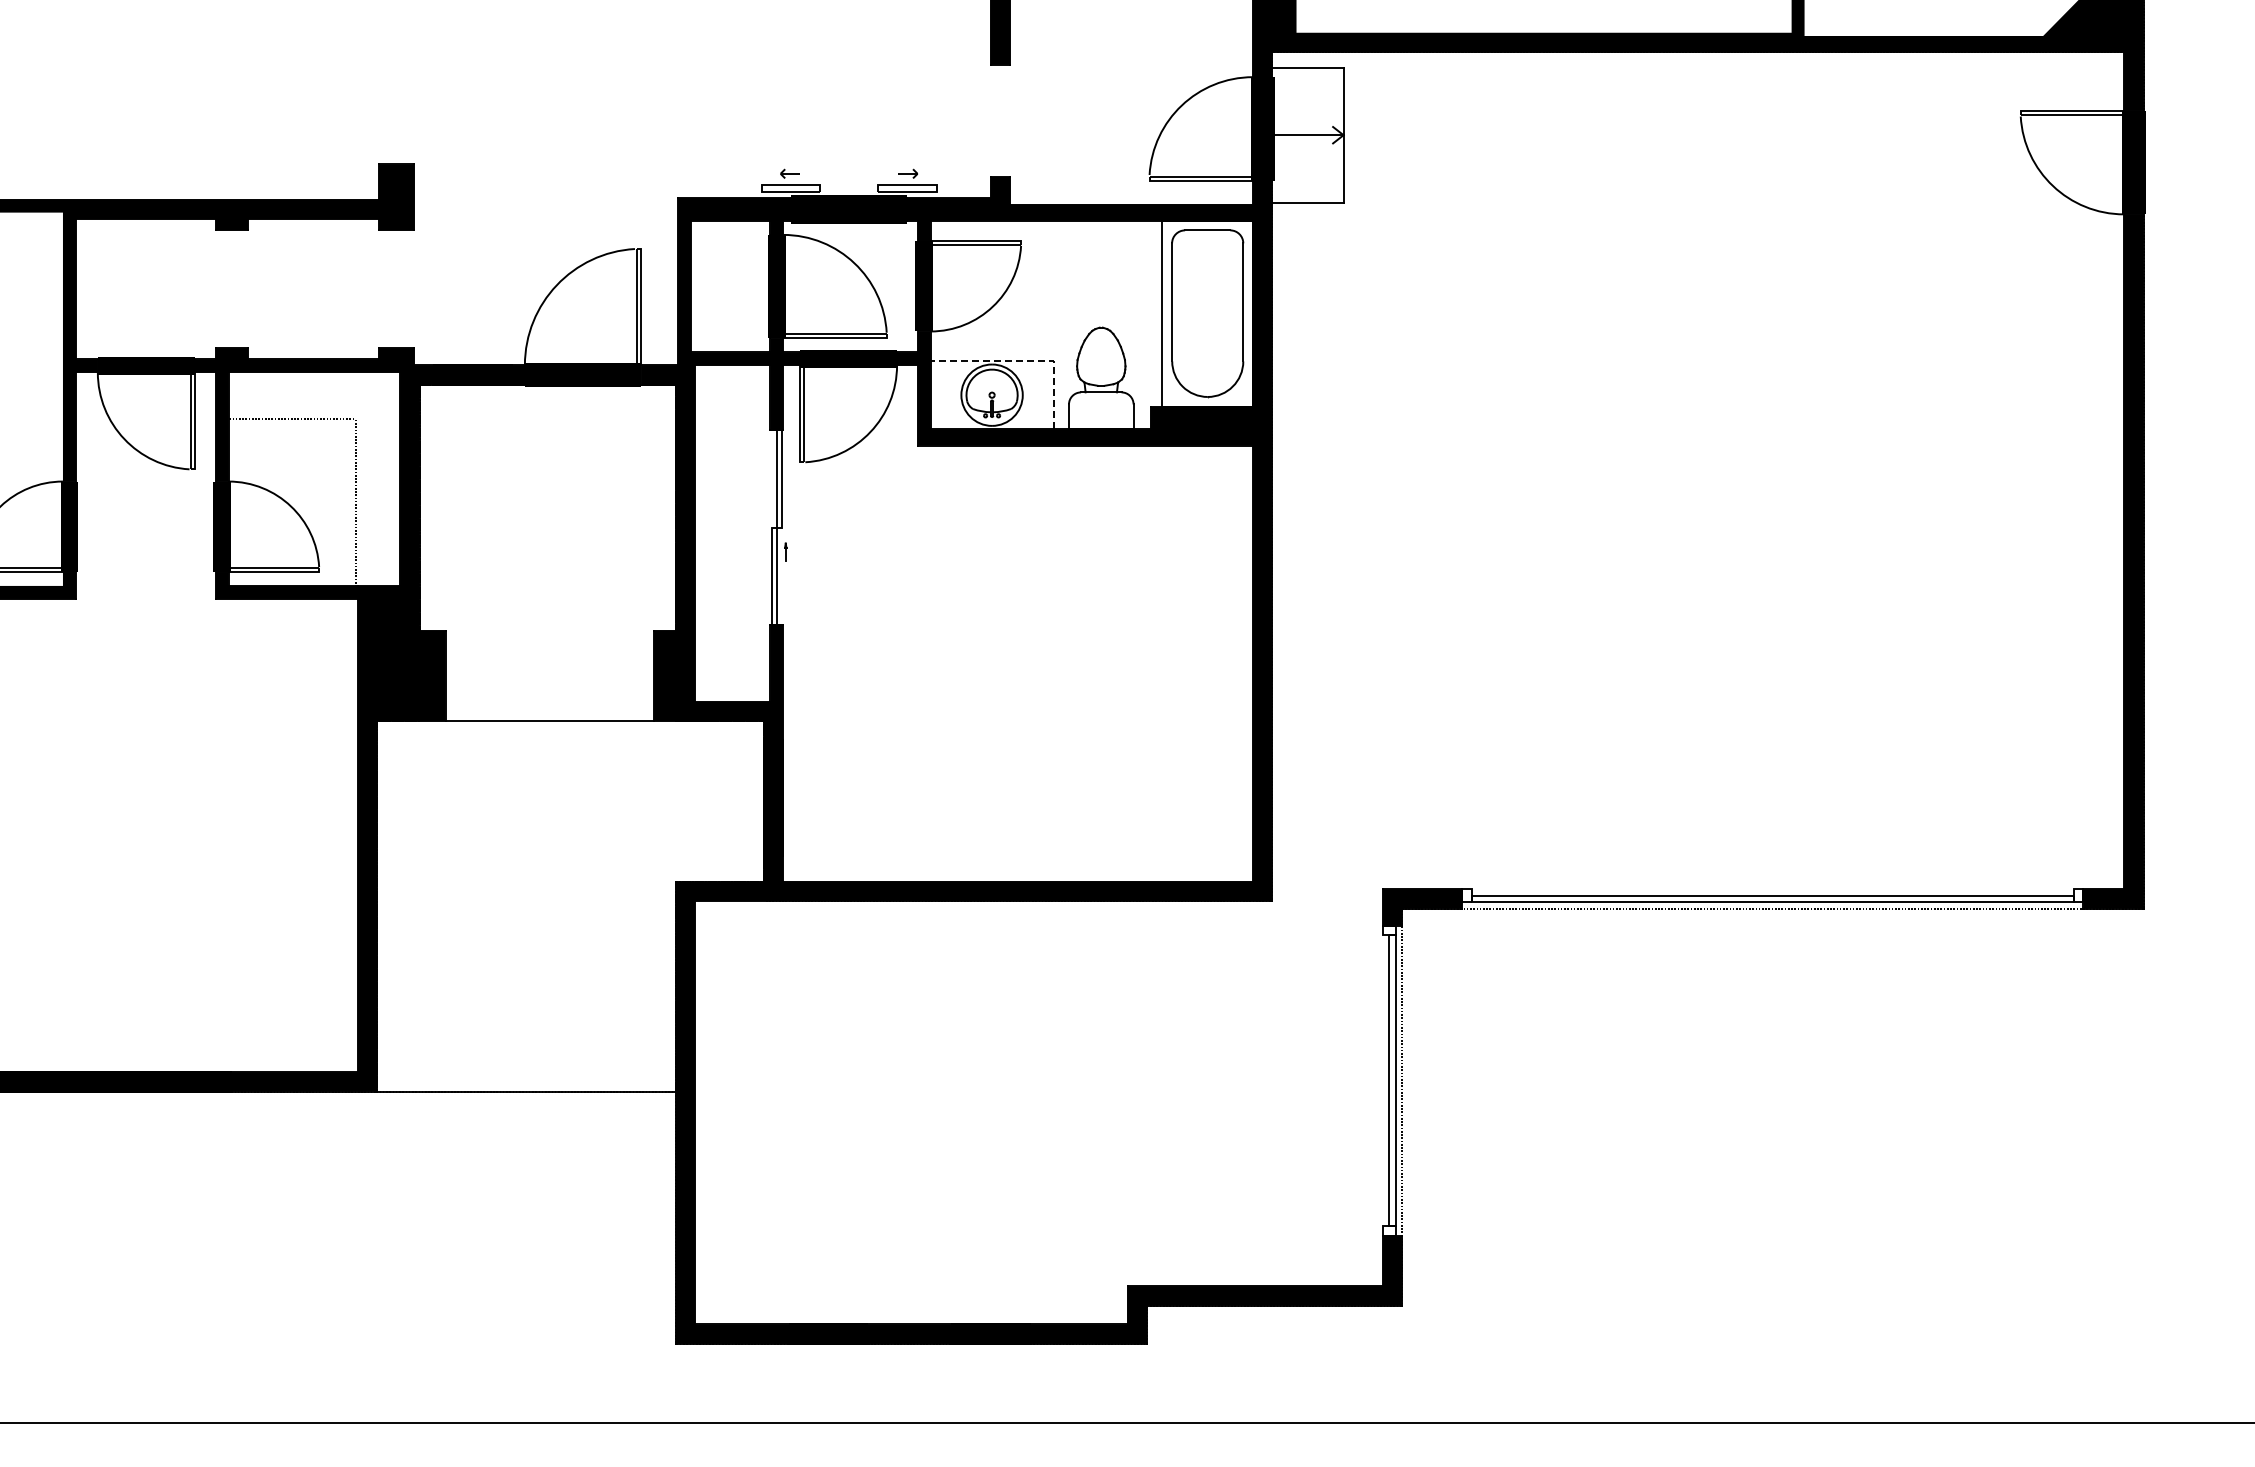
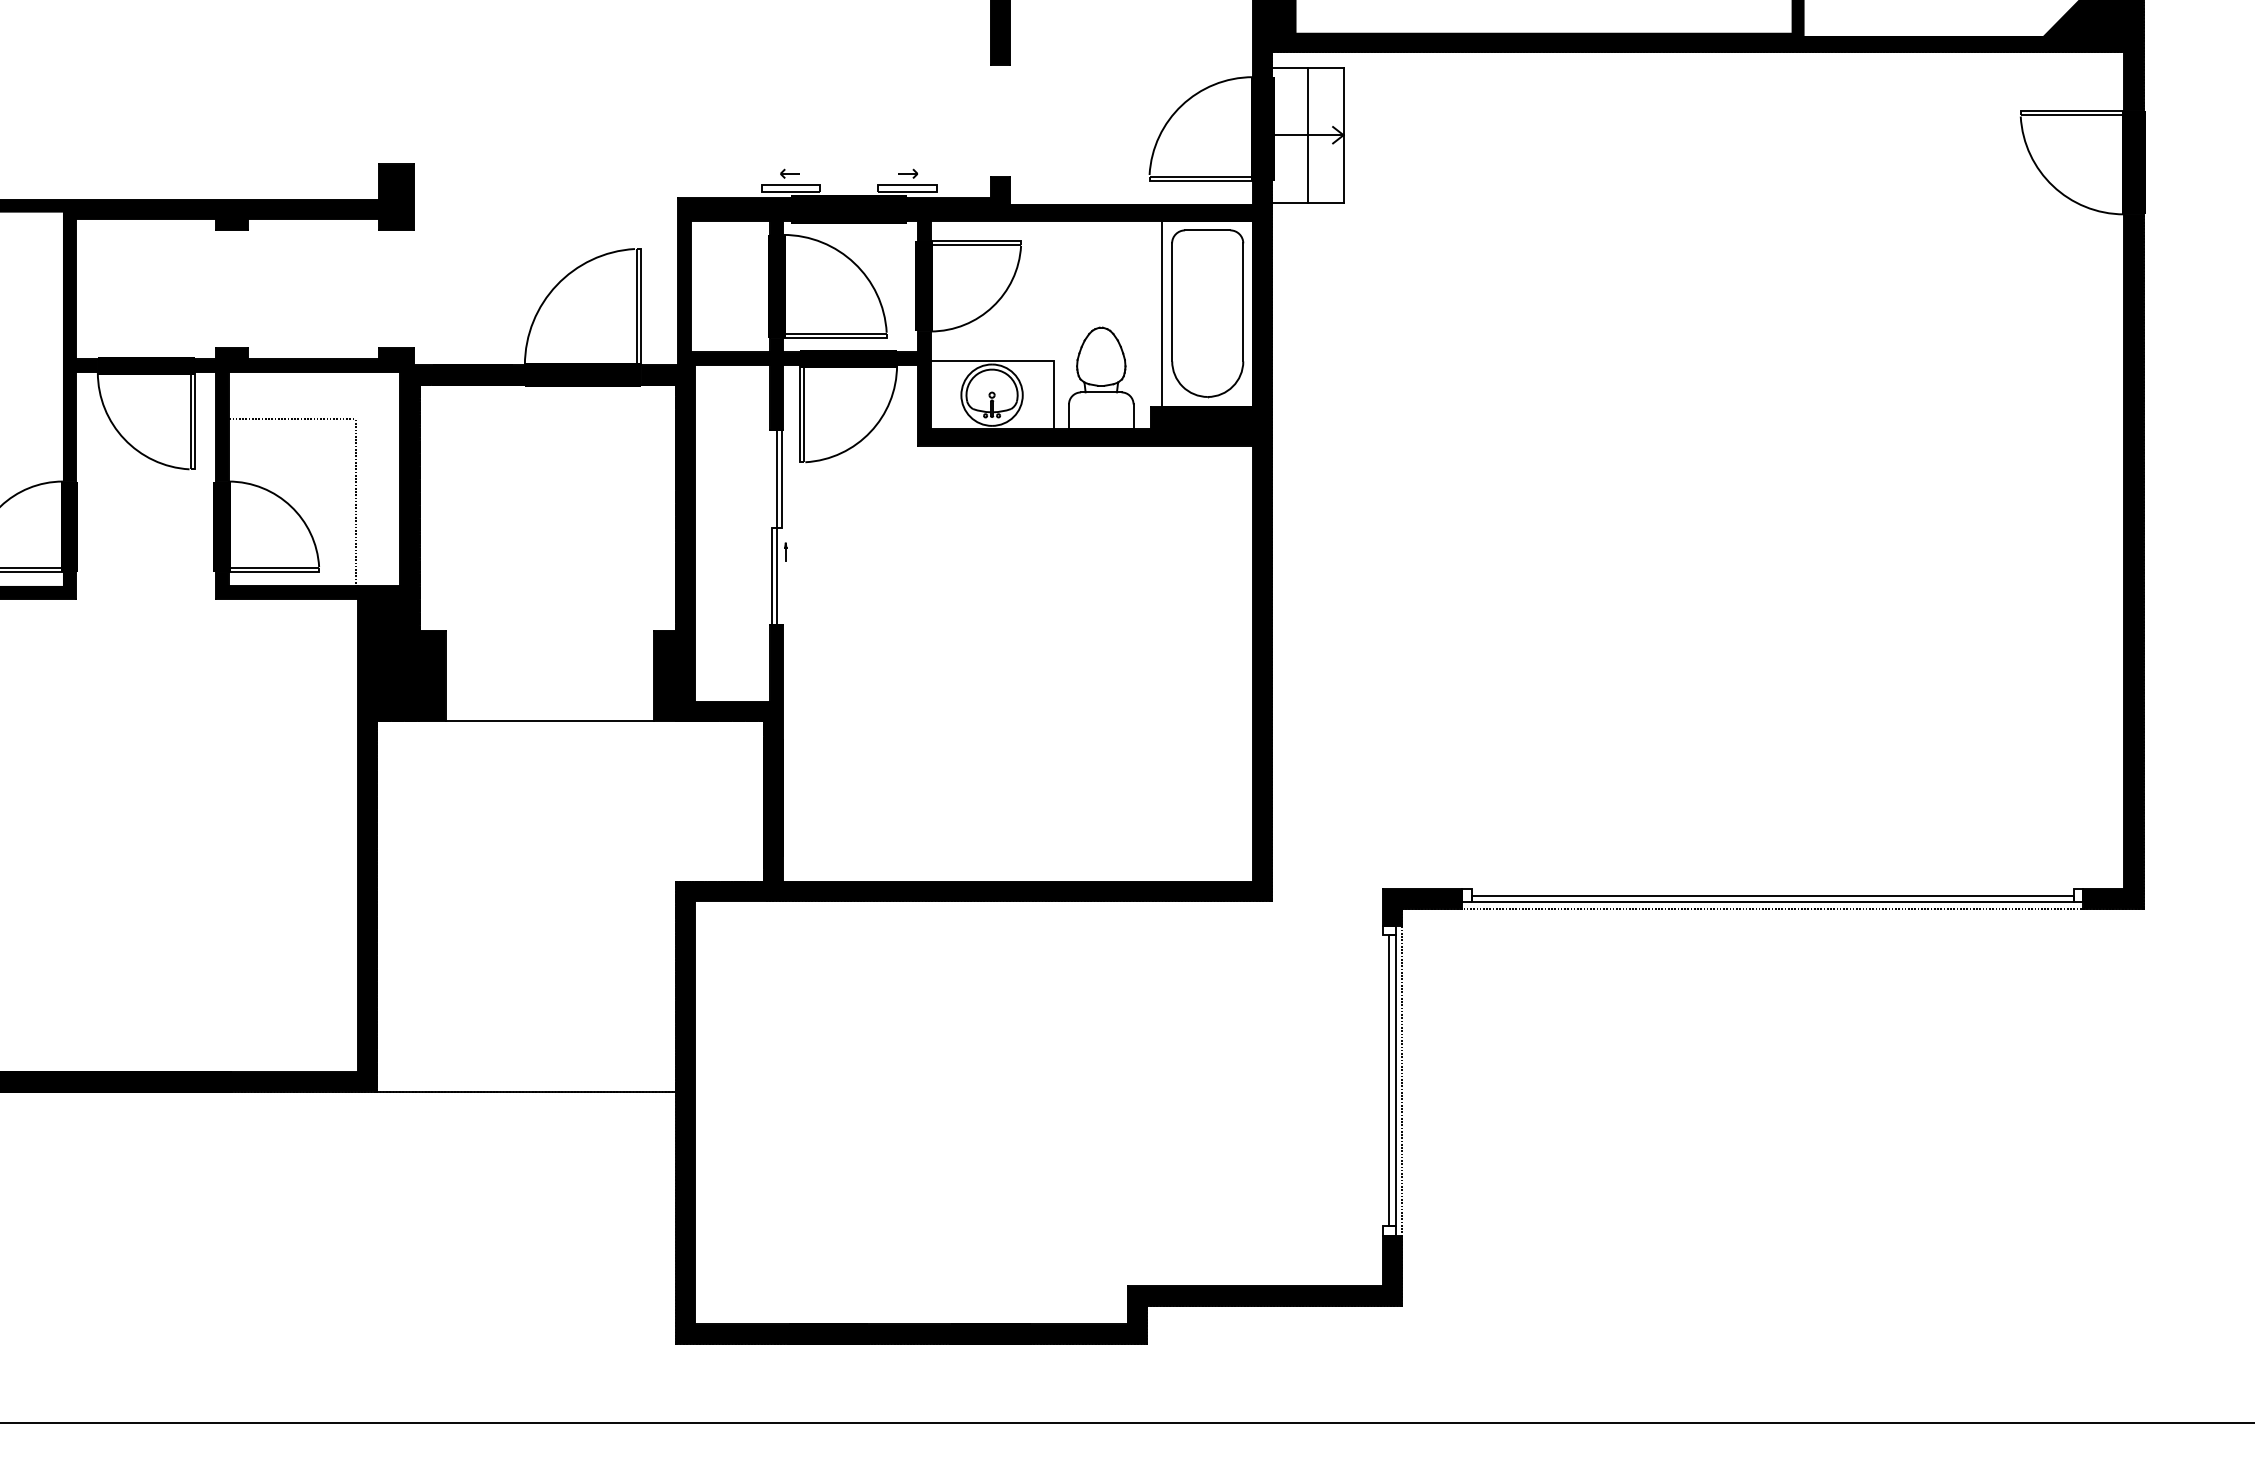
line at (1308, 134): none -> present
line at (1026, 361): dashed -> solid
